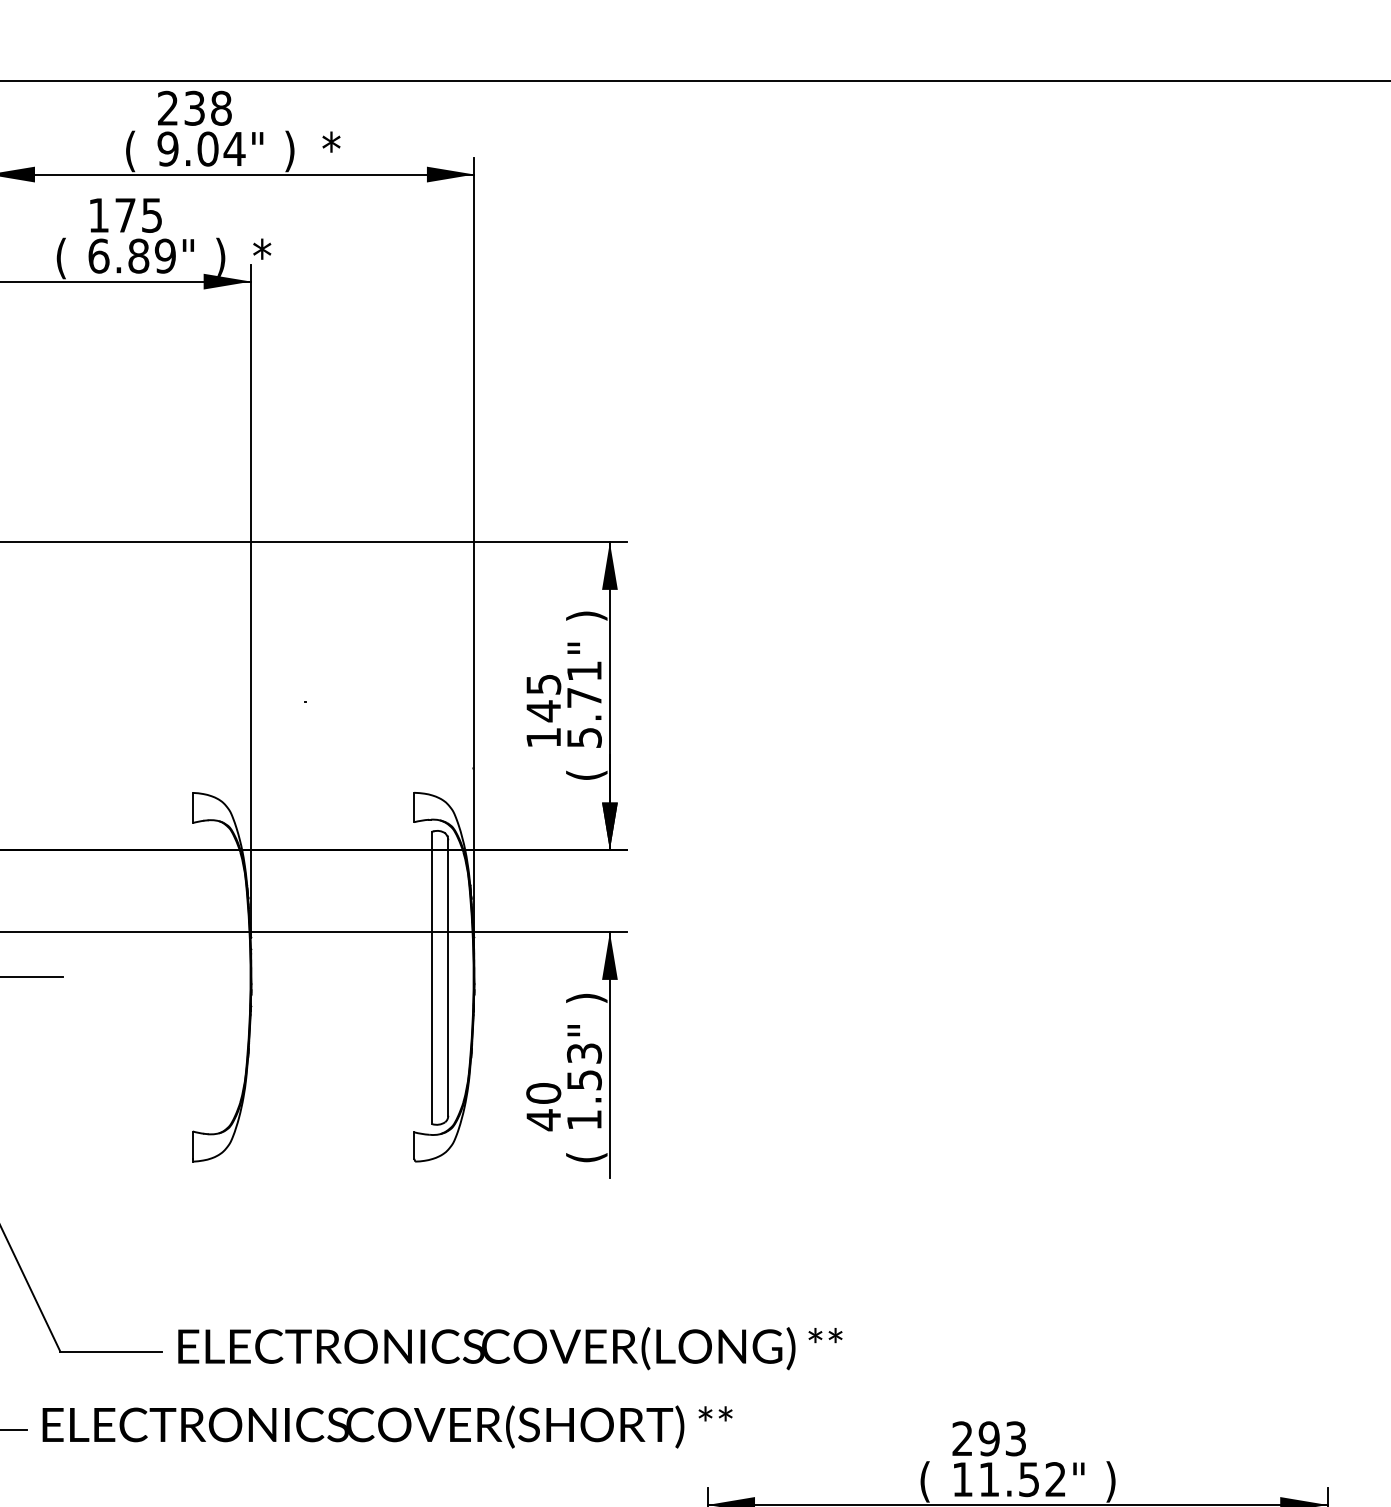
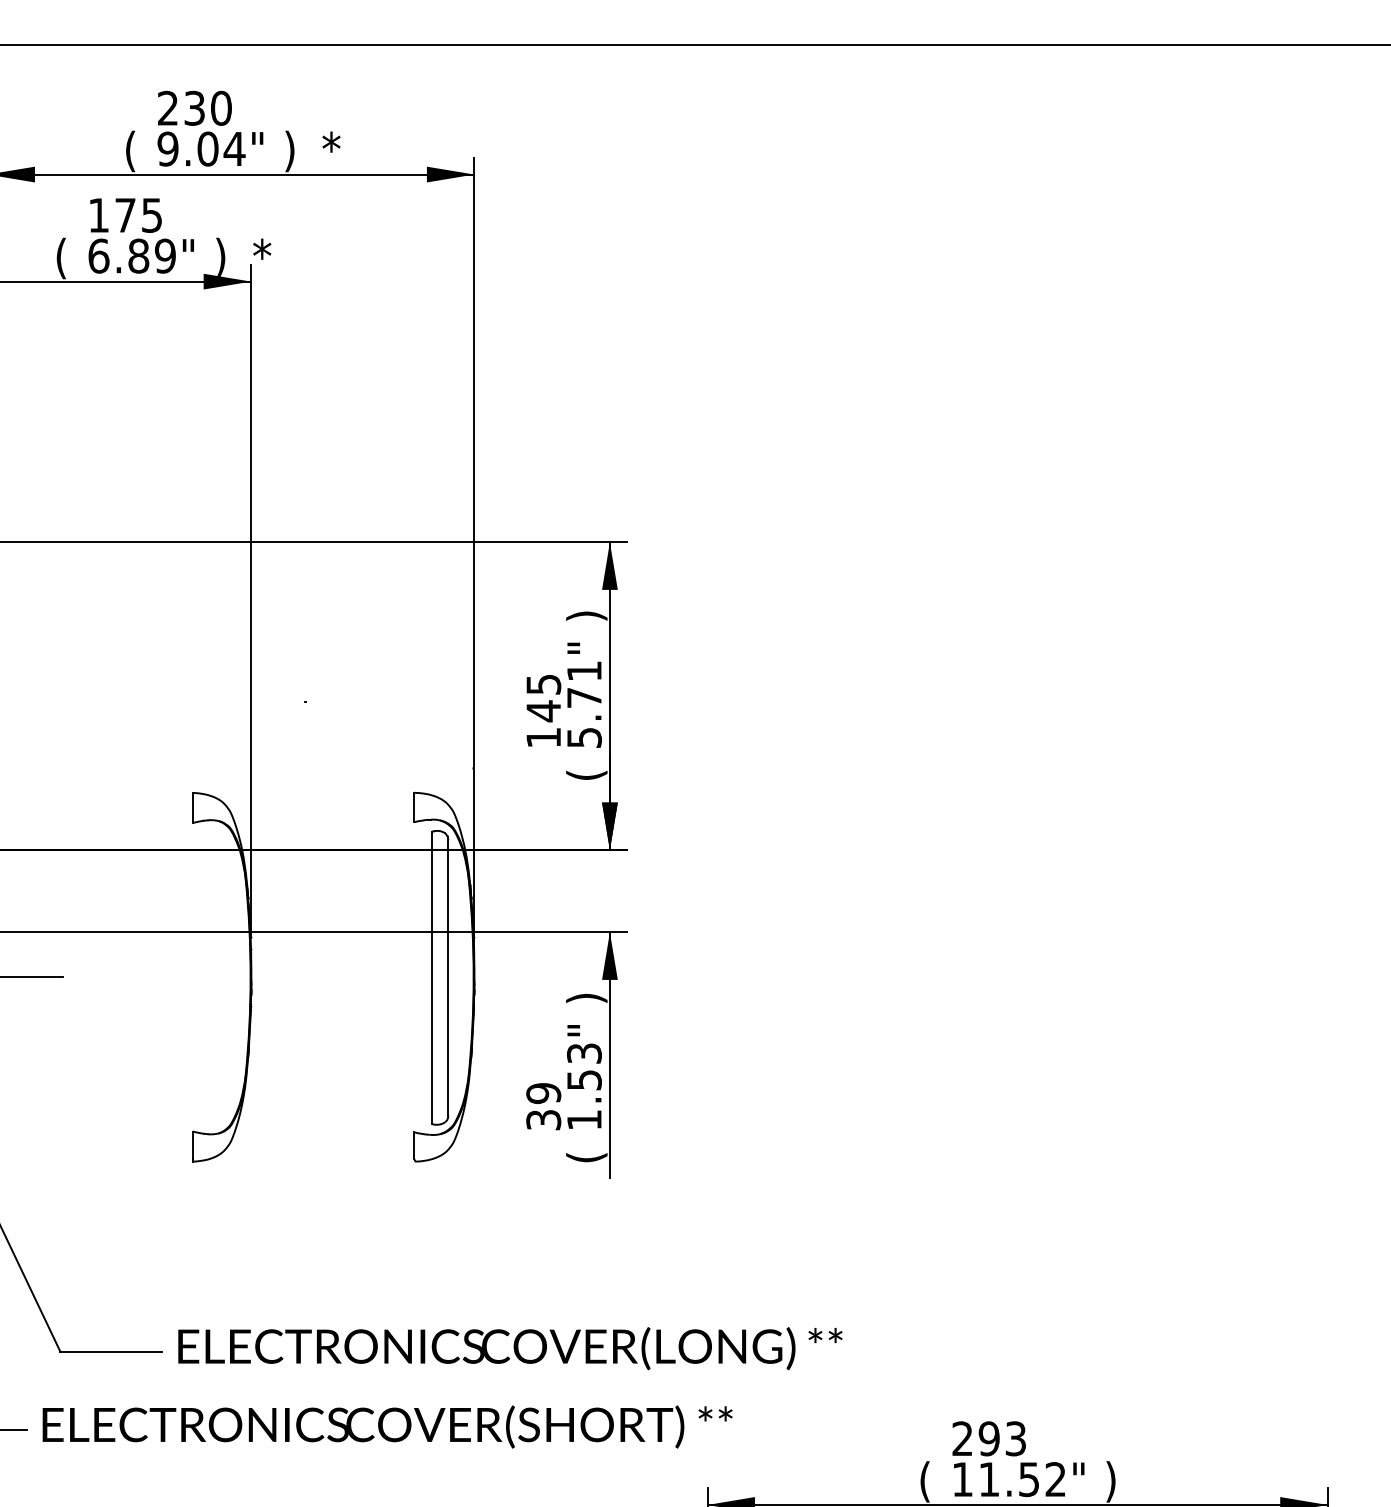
line at (694, 81) position: (694, 81) -> (694, 45)
text at (221, 108): 238 -> 230
text at (543, 1107): 40 -> 39
